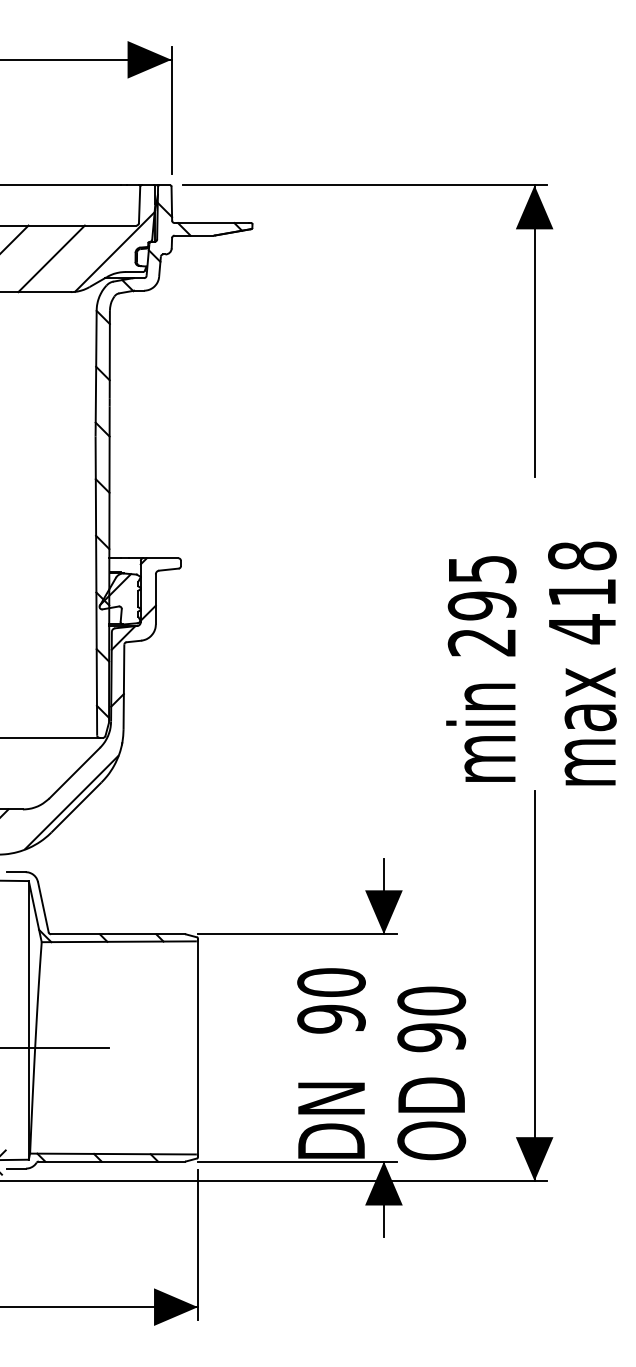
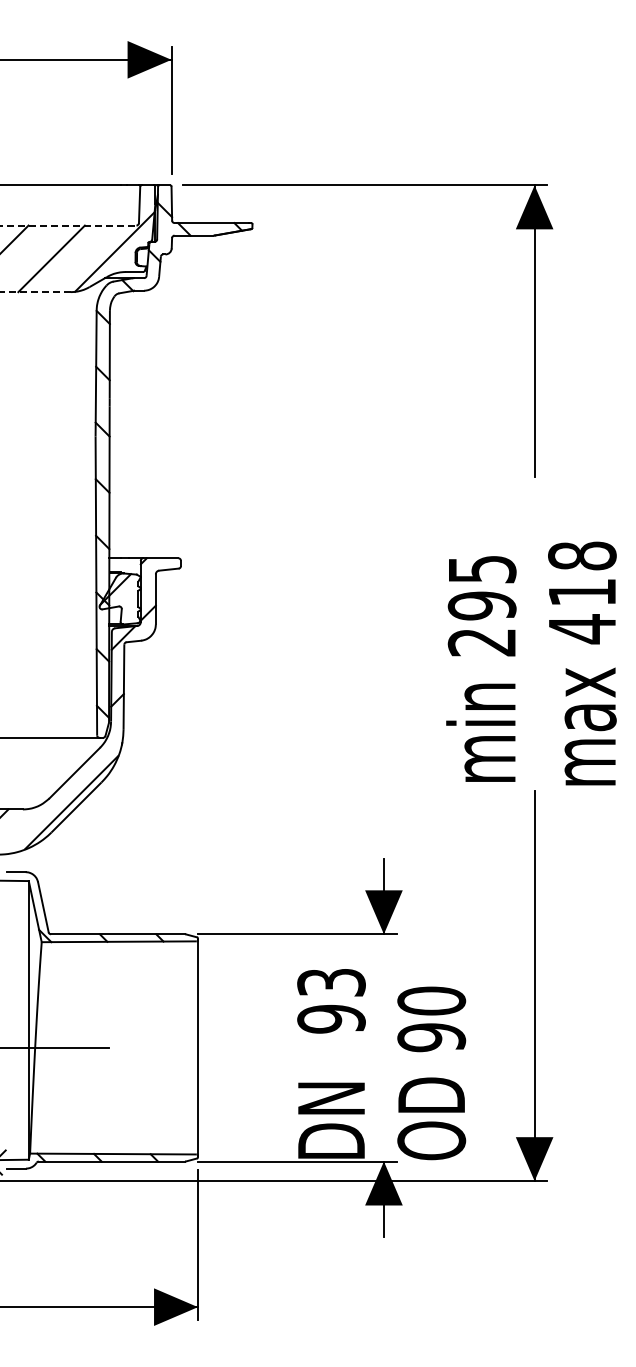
line at (68, 225): solid -> dashed
line at (35, 292): solid -> dashed
text at (331, 982): 90 -> 93
